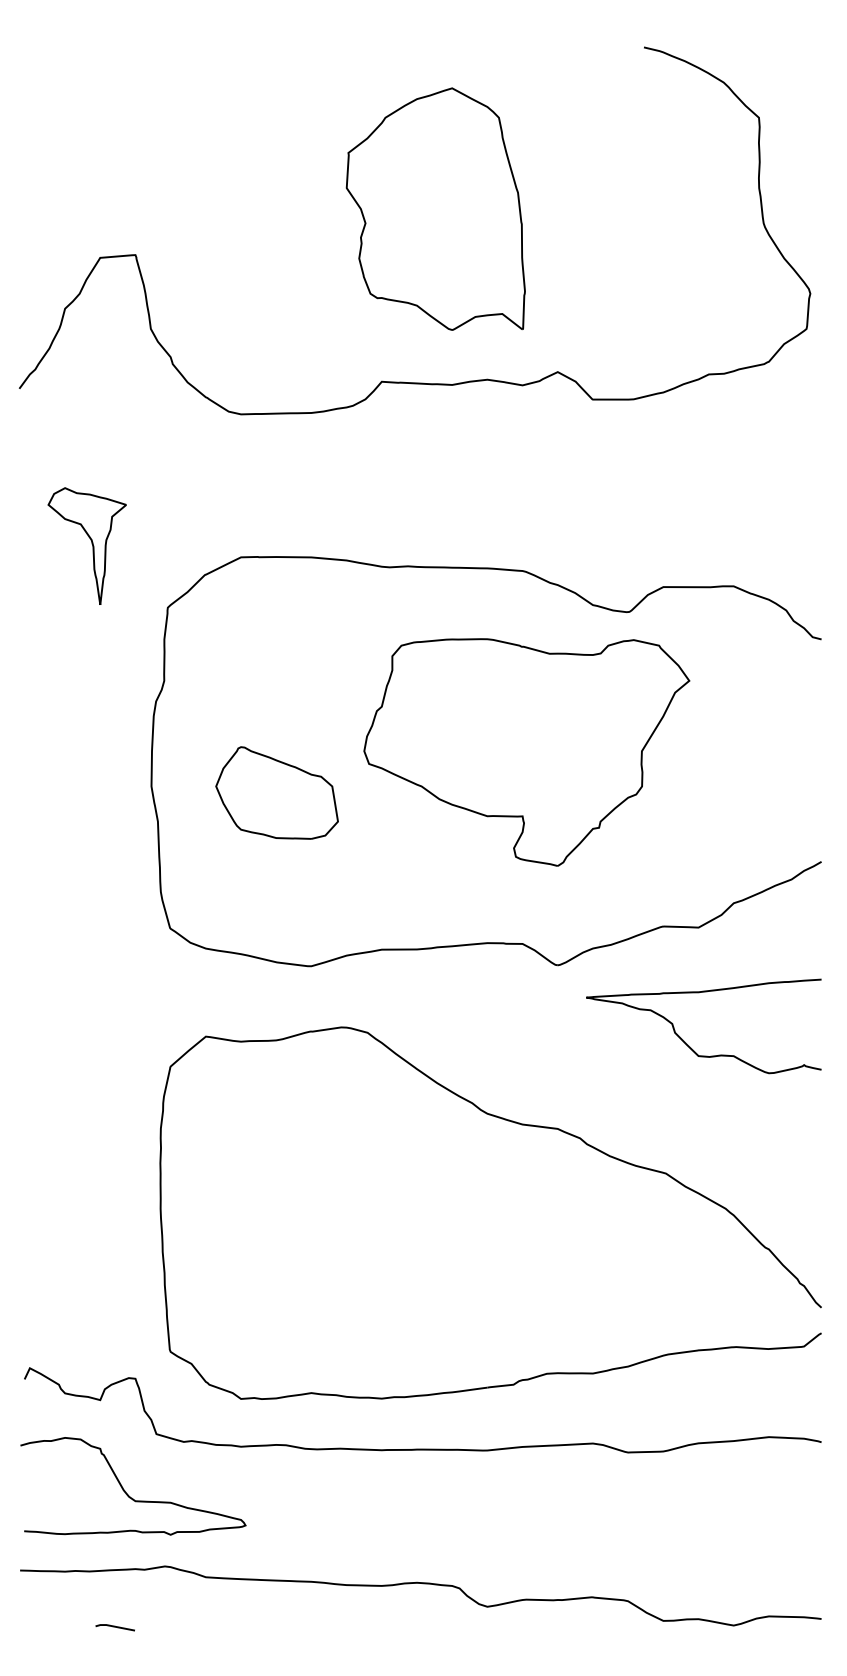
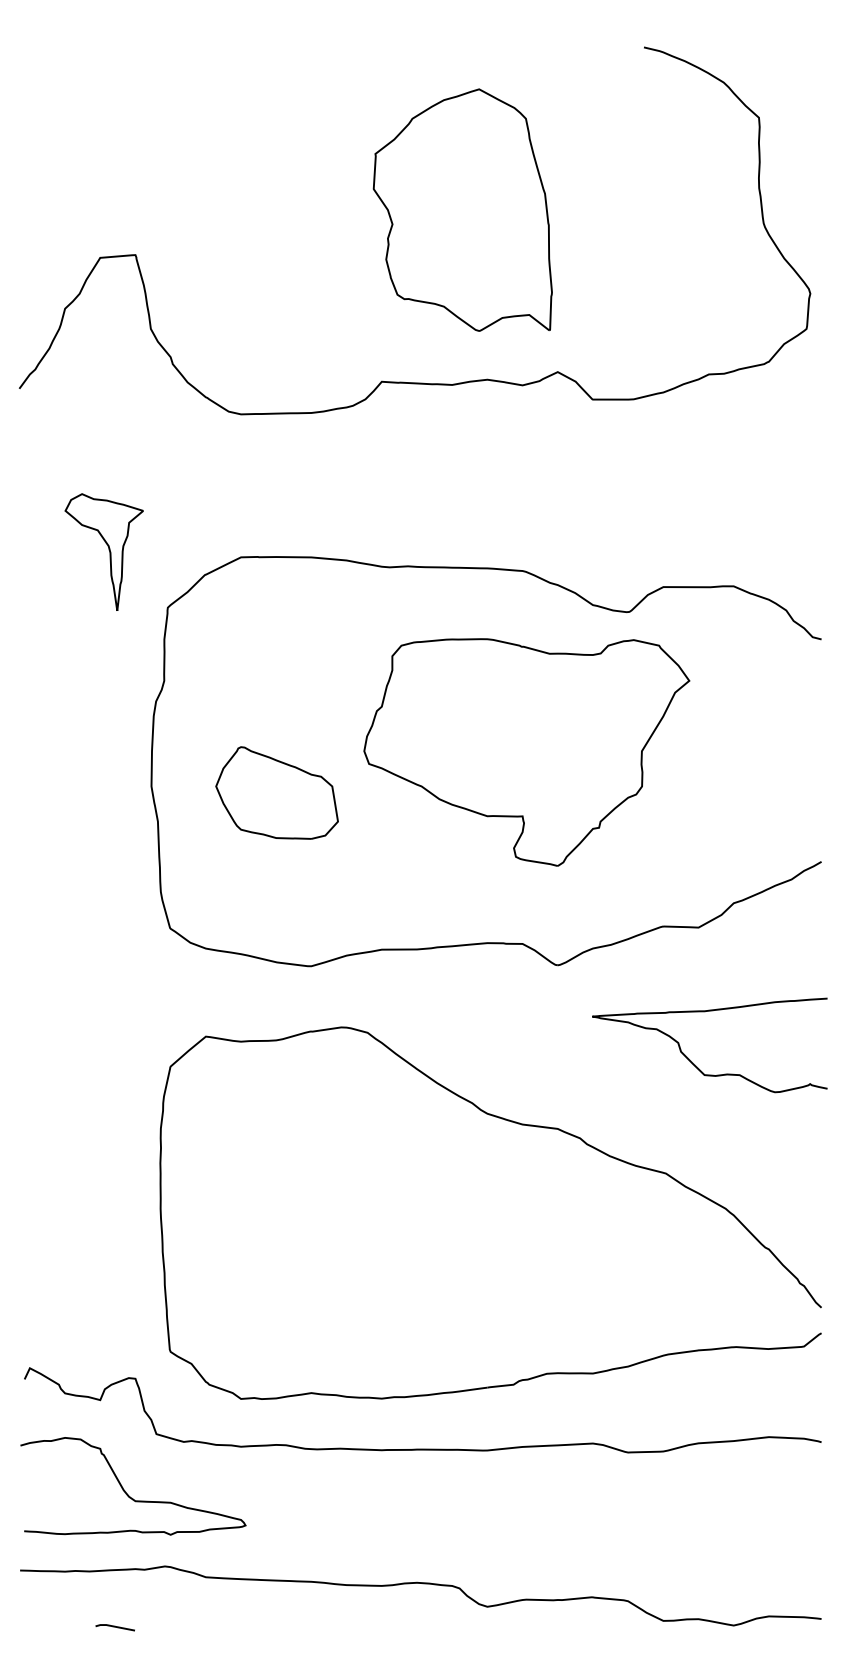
part at (435, 208) position: (435, 208) -> (462, 209)
part at (86, 545) position: (86, 545) -> (103, 551)
curve at (685, 1041) position: (685, 1041) -> (691, 1060)
